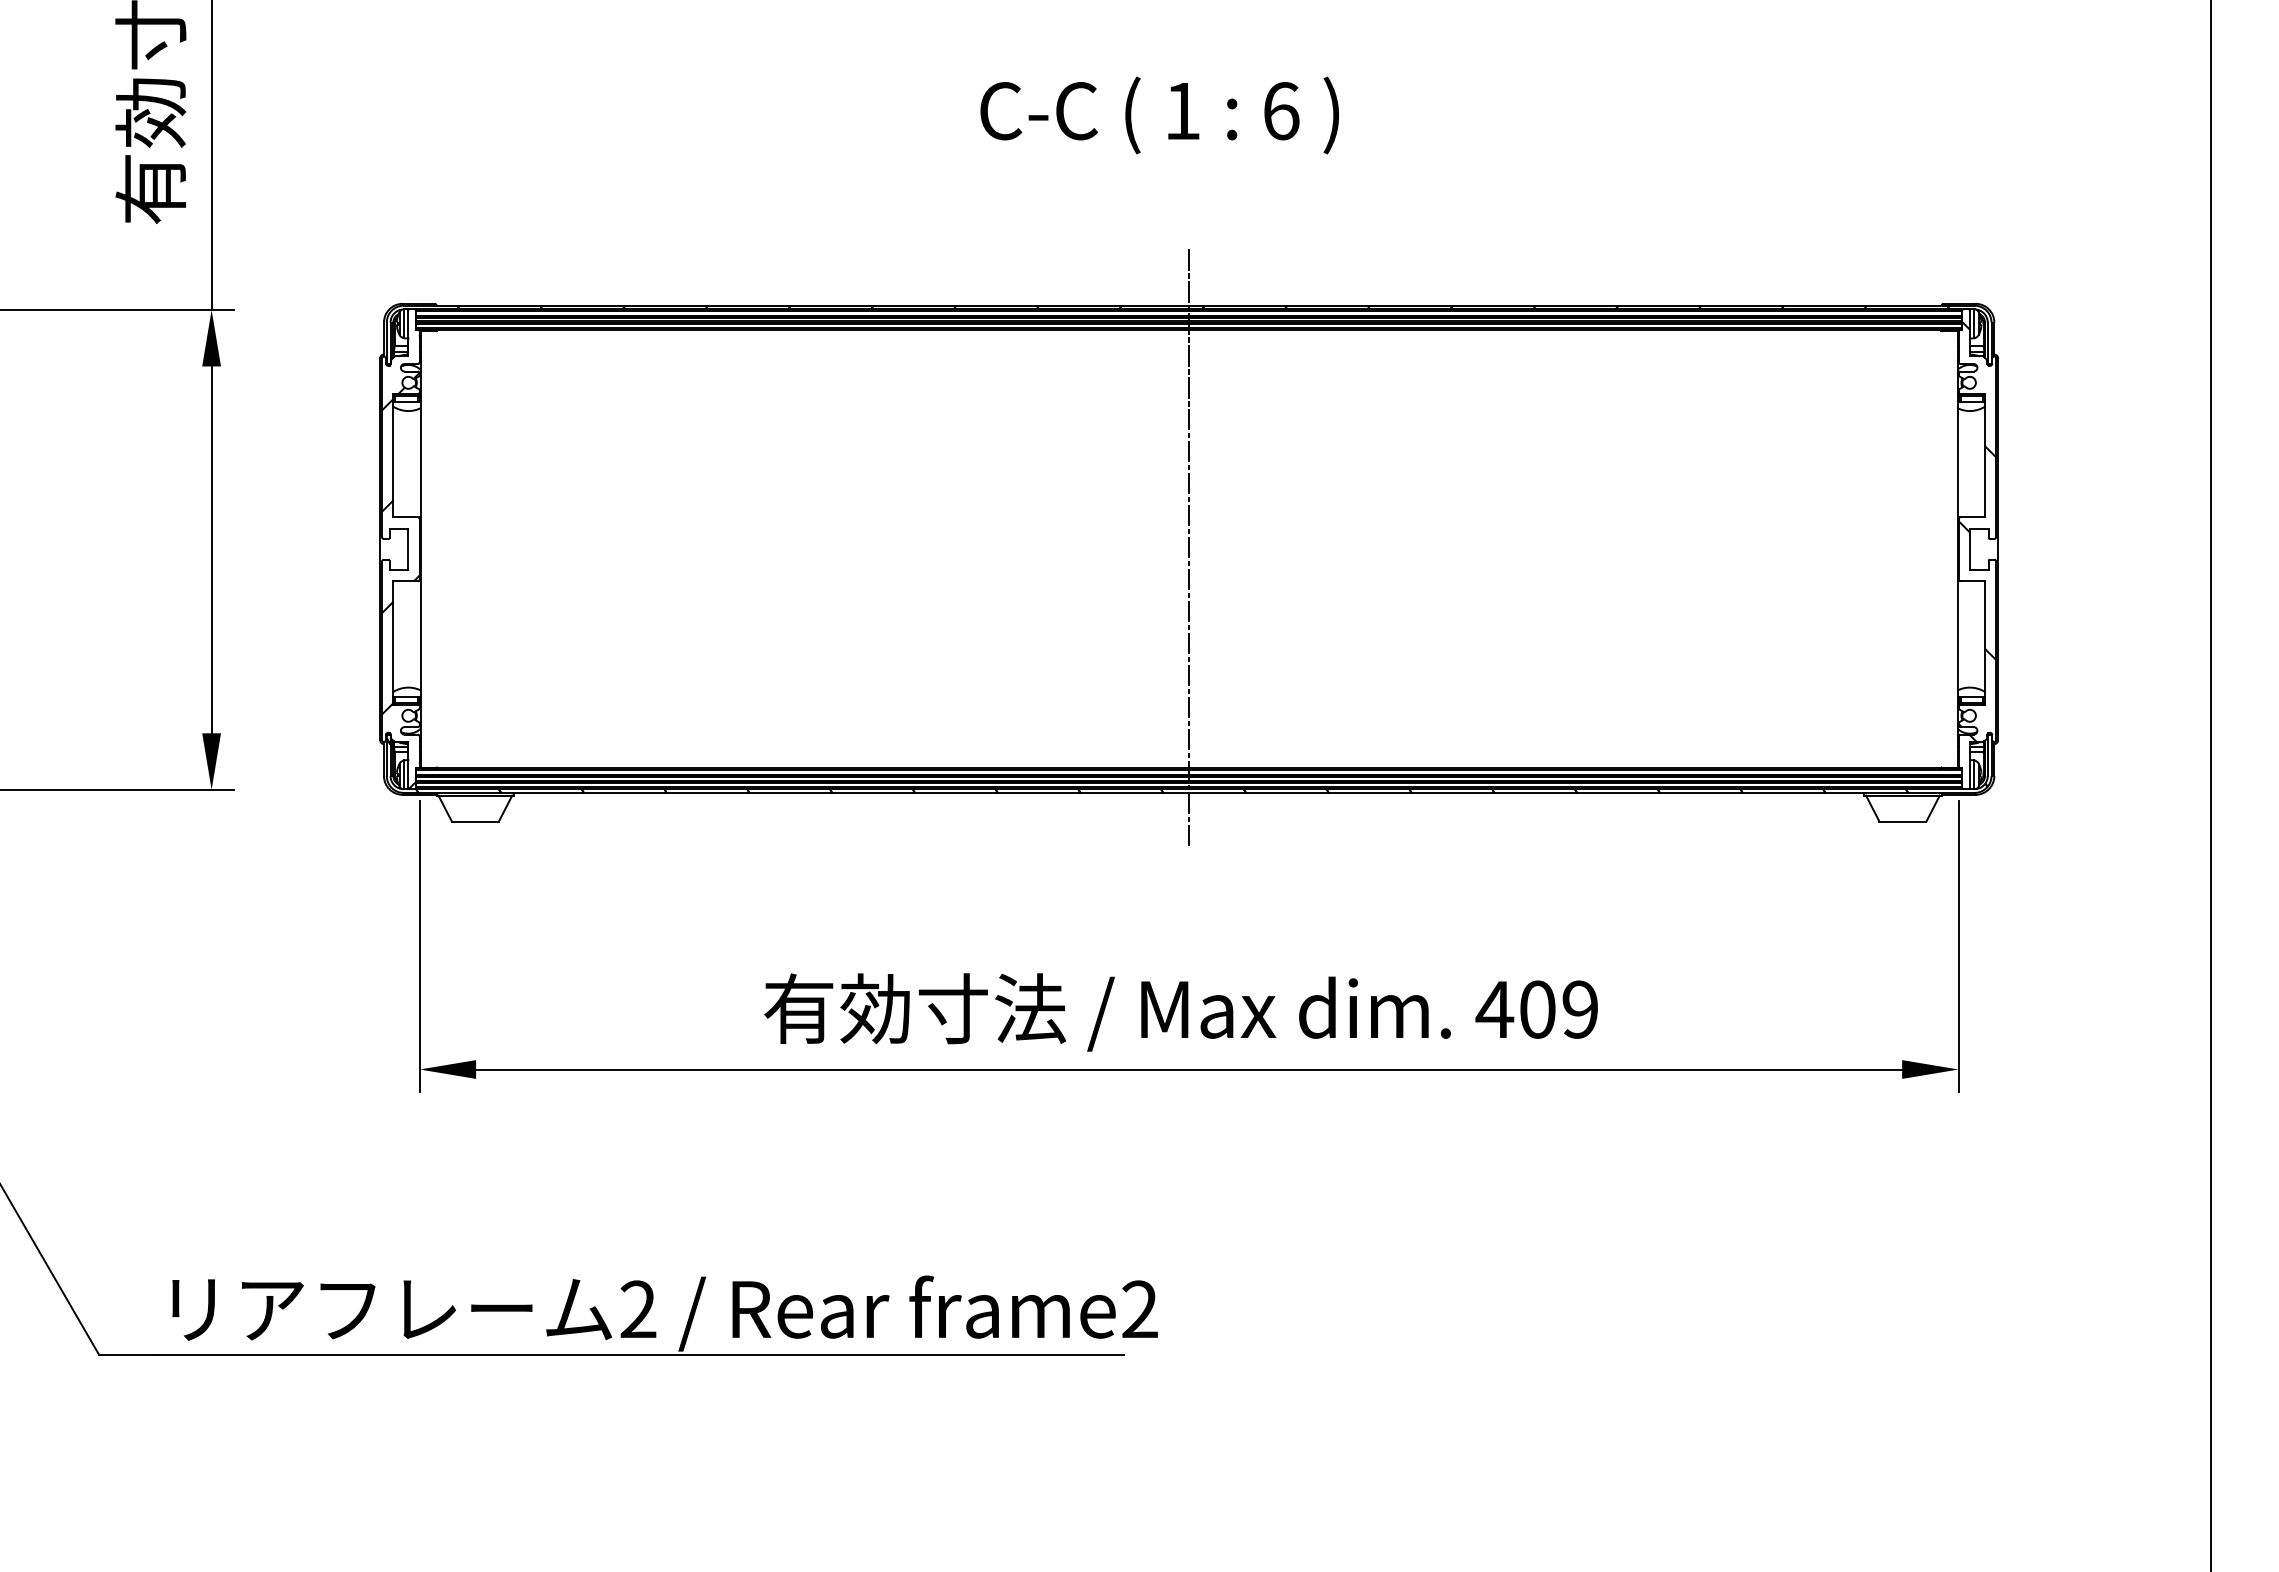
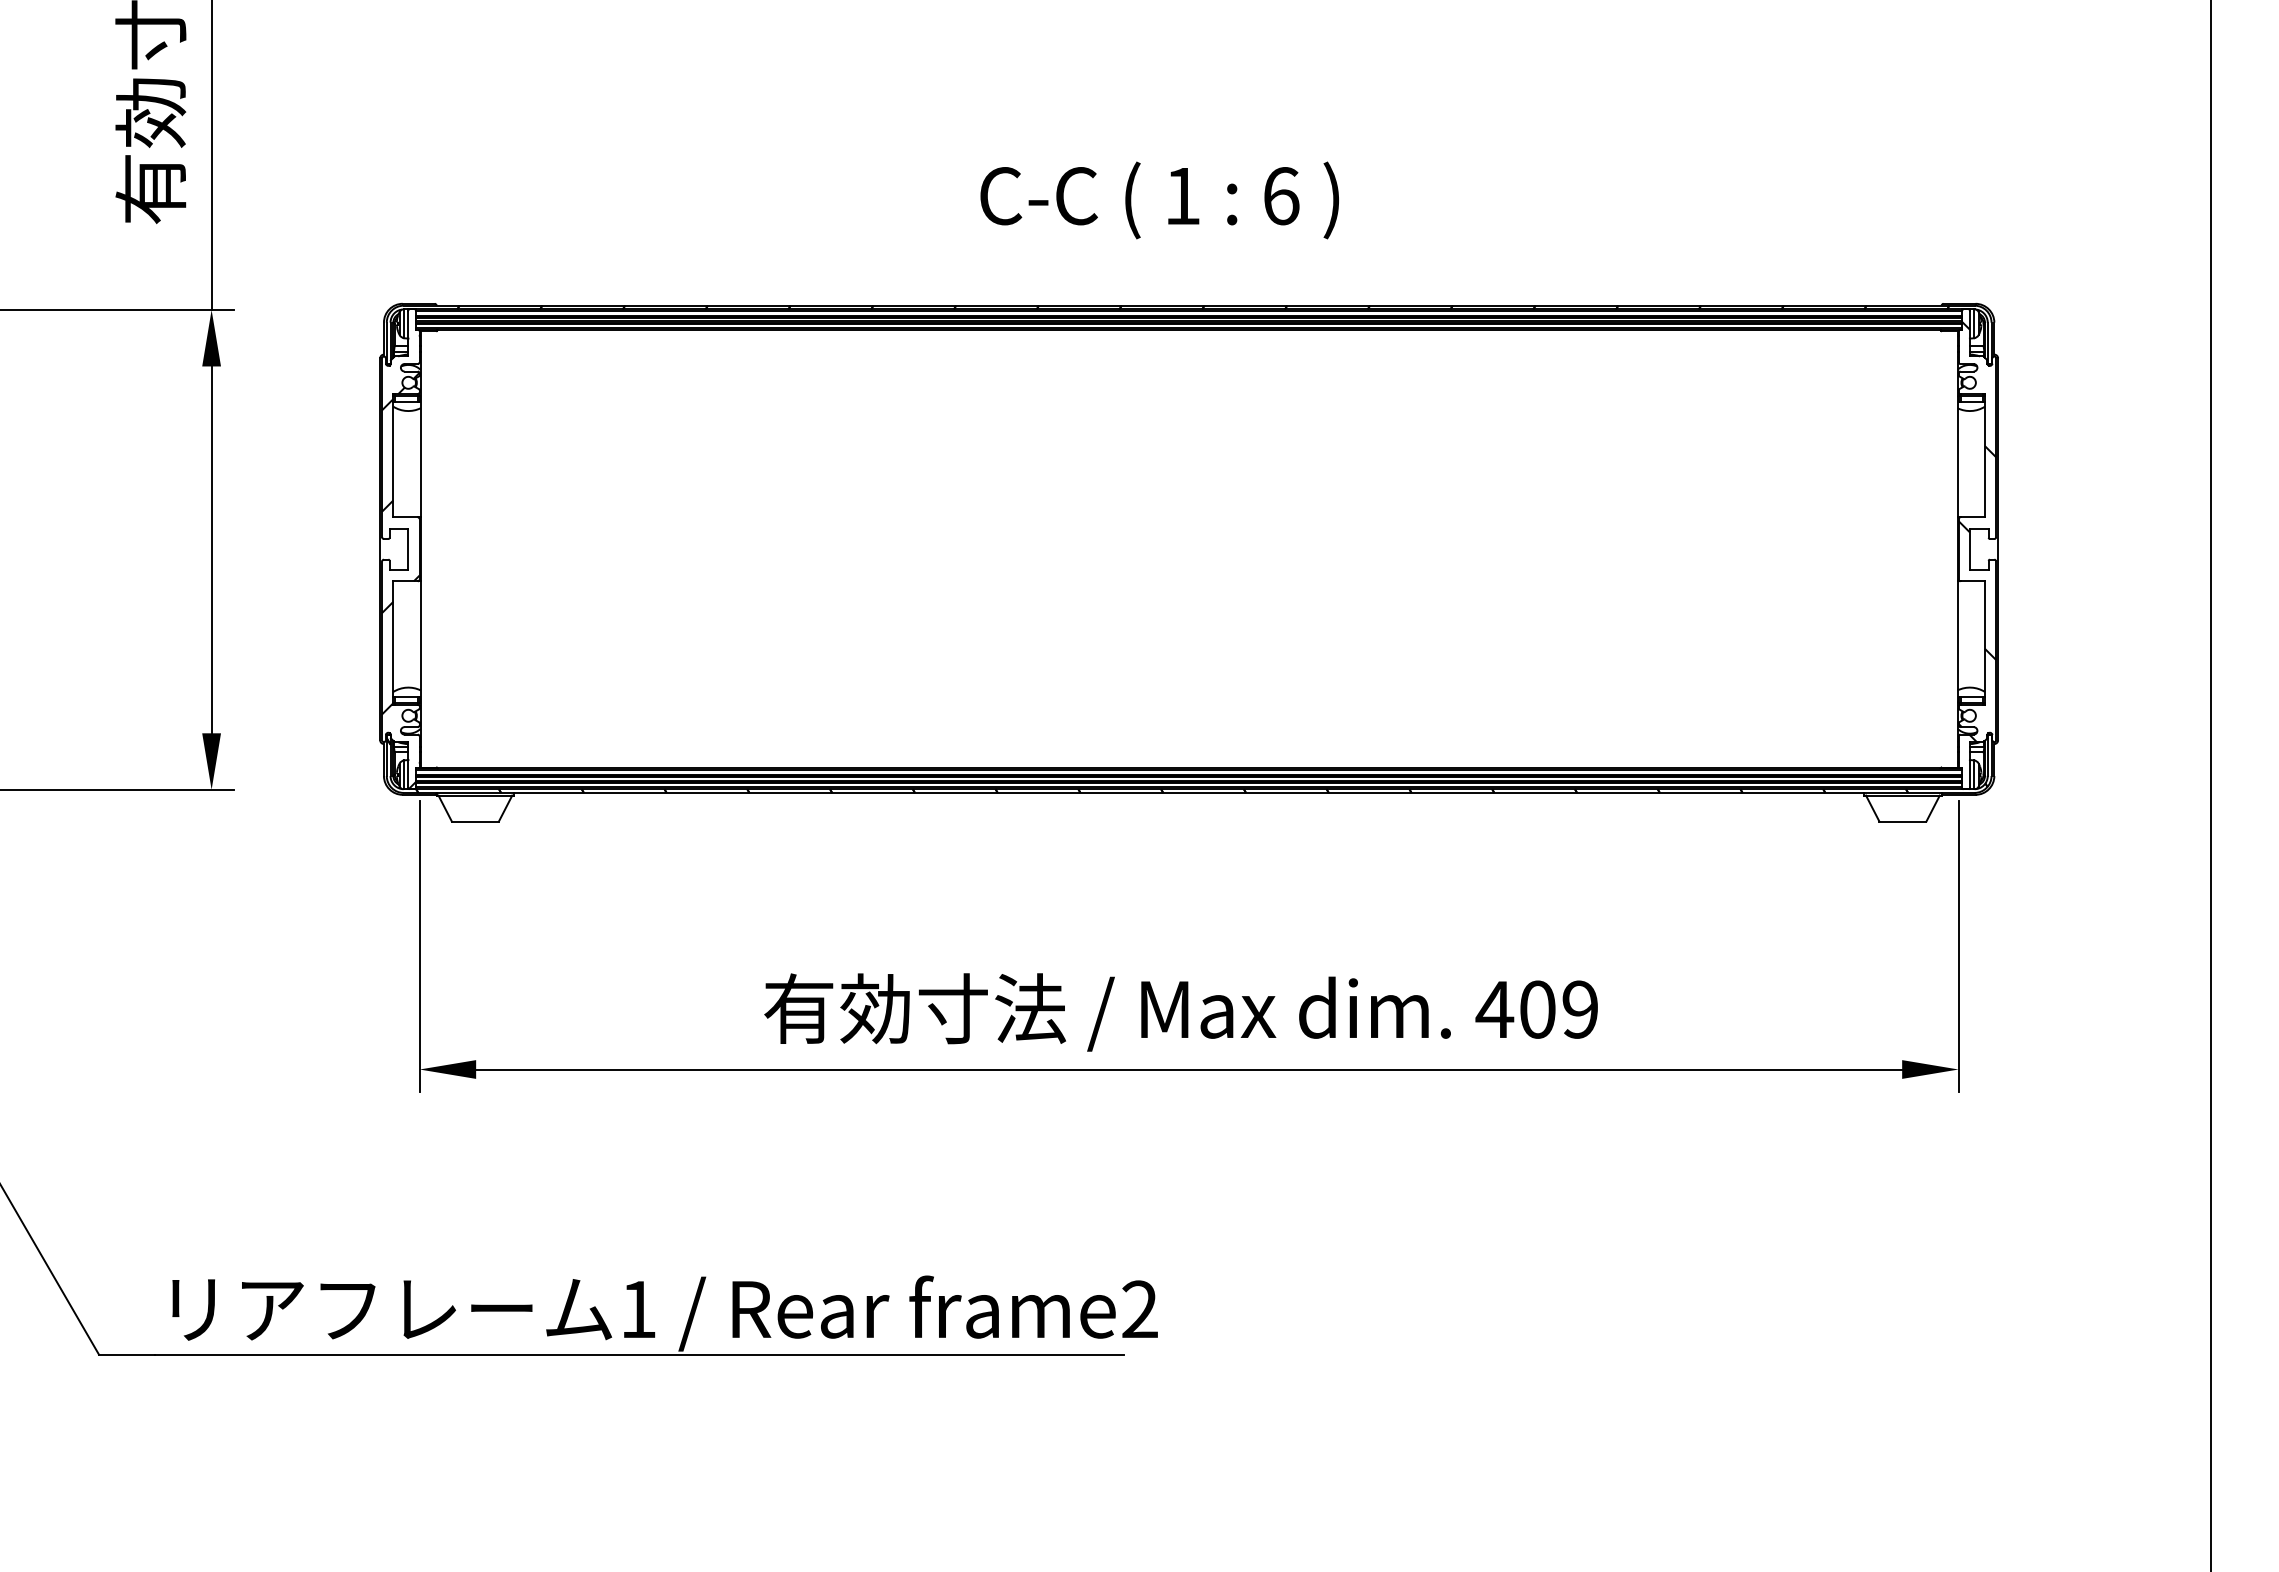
text at (1159, 115) position: (1159, 115) -> (1159, 200)
line at (1189, 549): present -> none
text at (638, 1308): 2 -> 1
